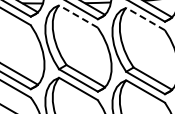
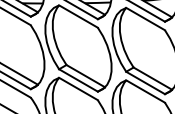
line at (78, 16): dashed -> solid
line at (145, 18): dashed -> solid
